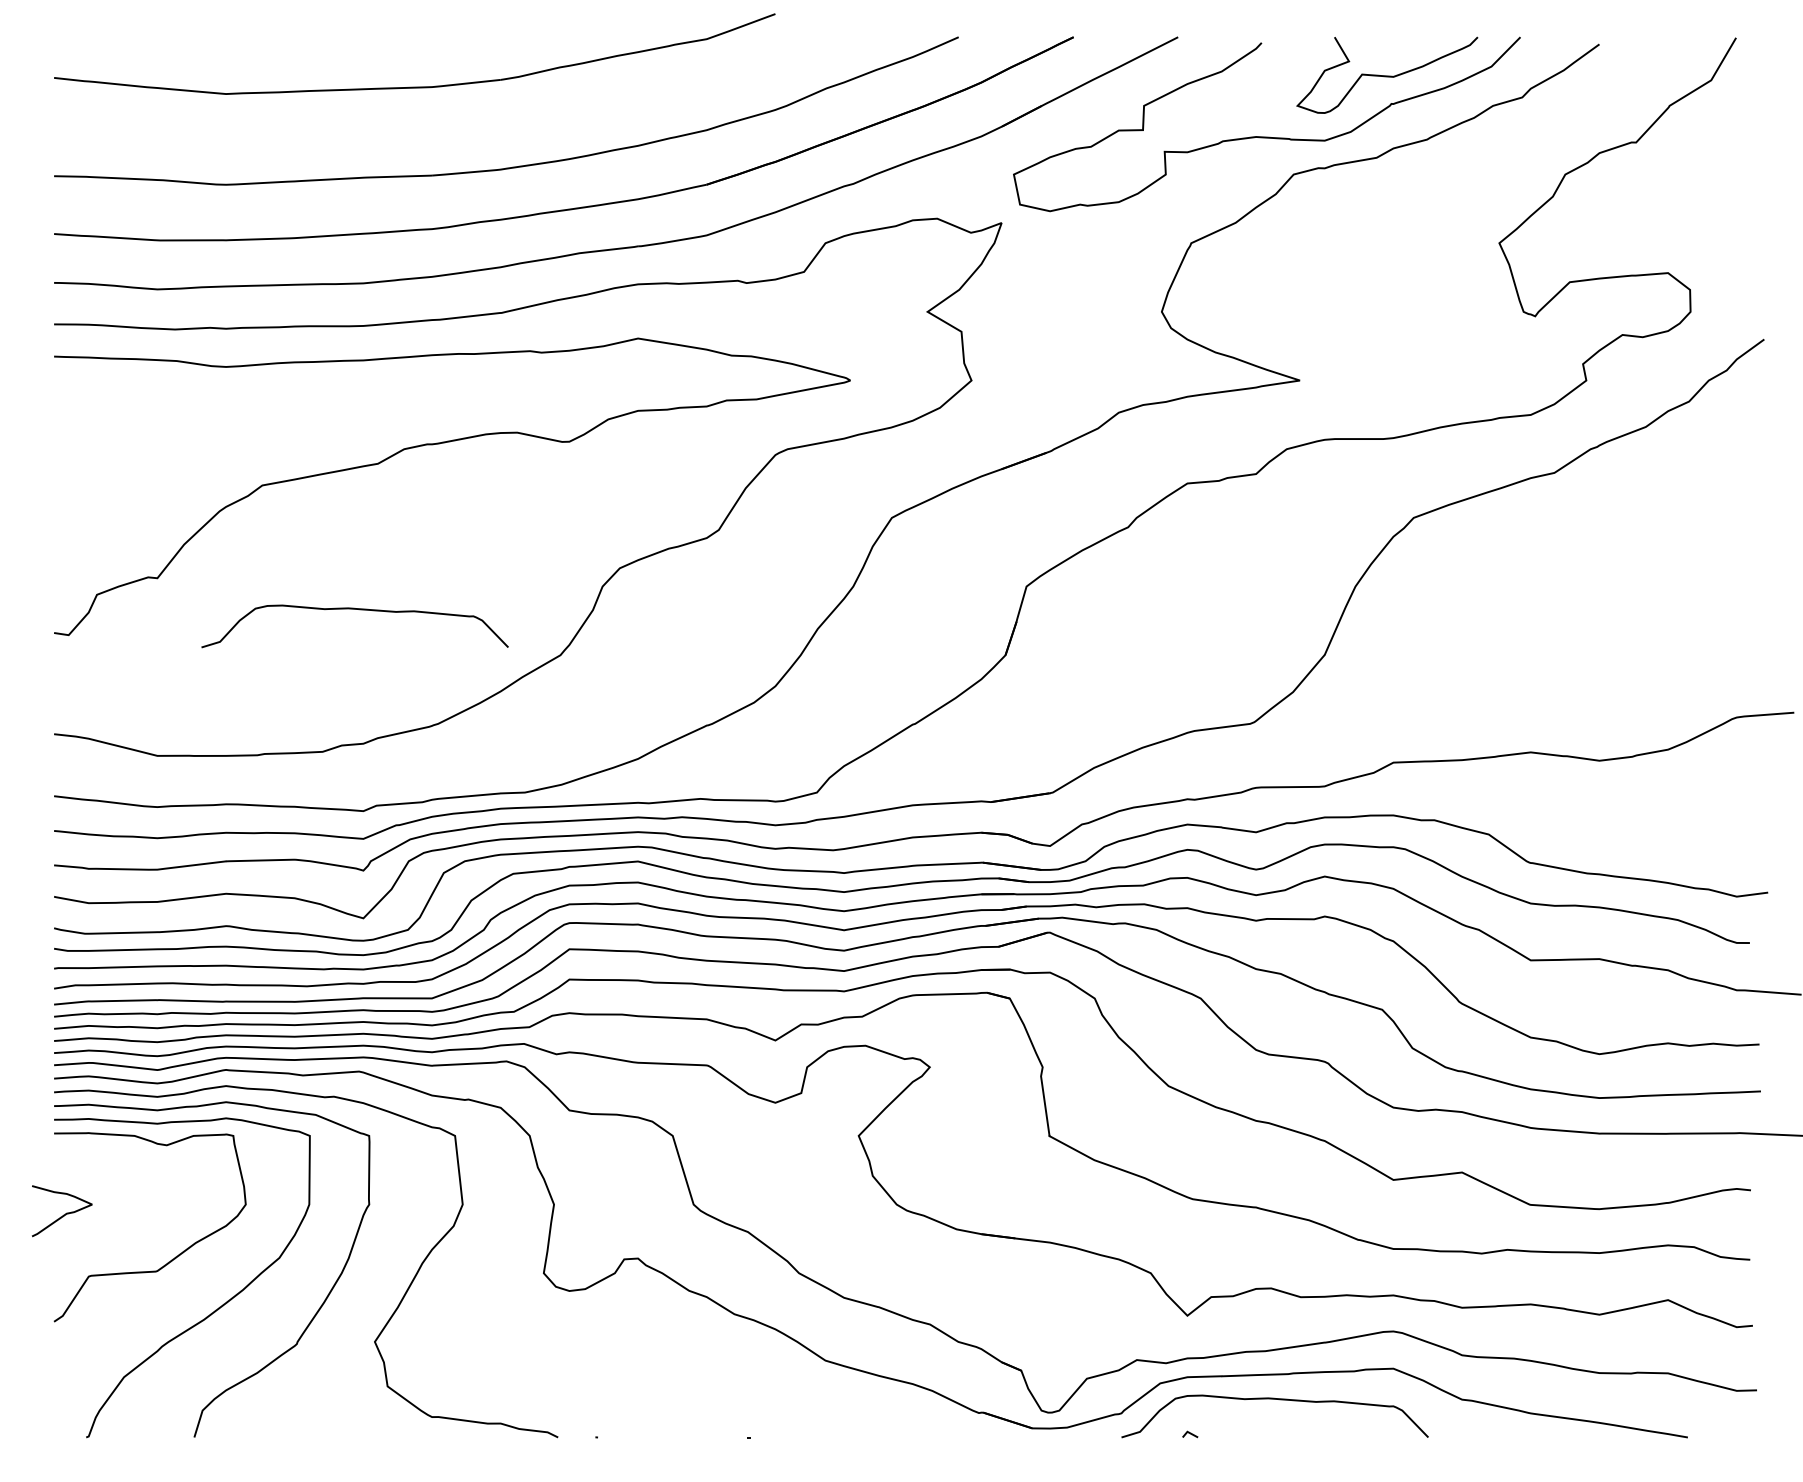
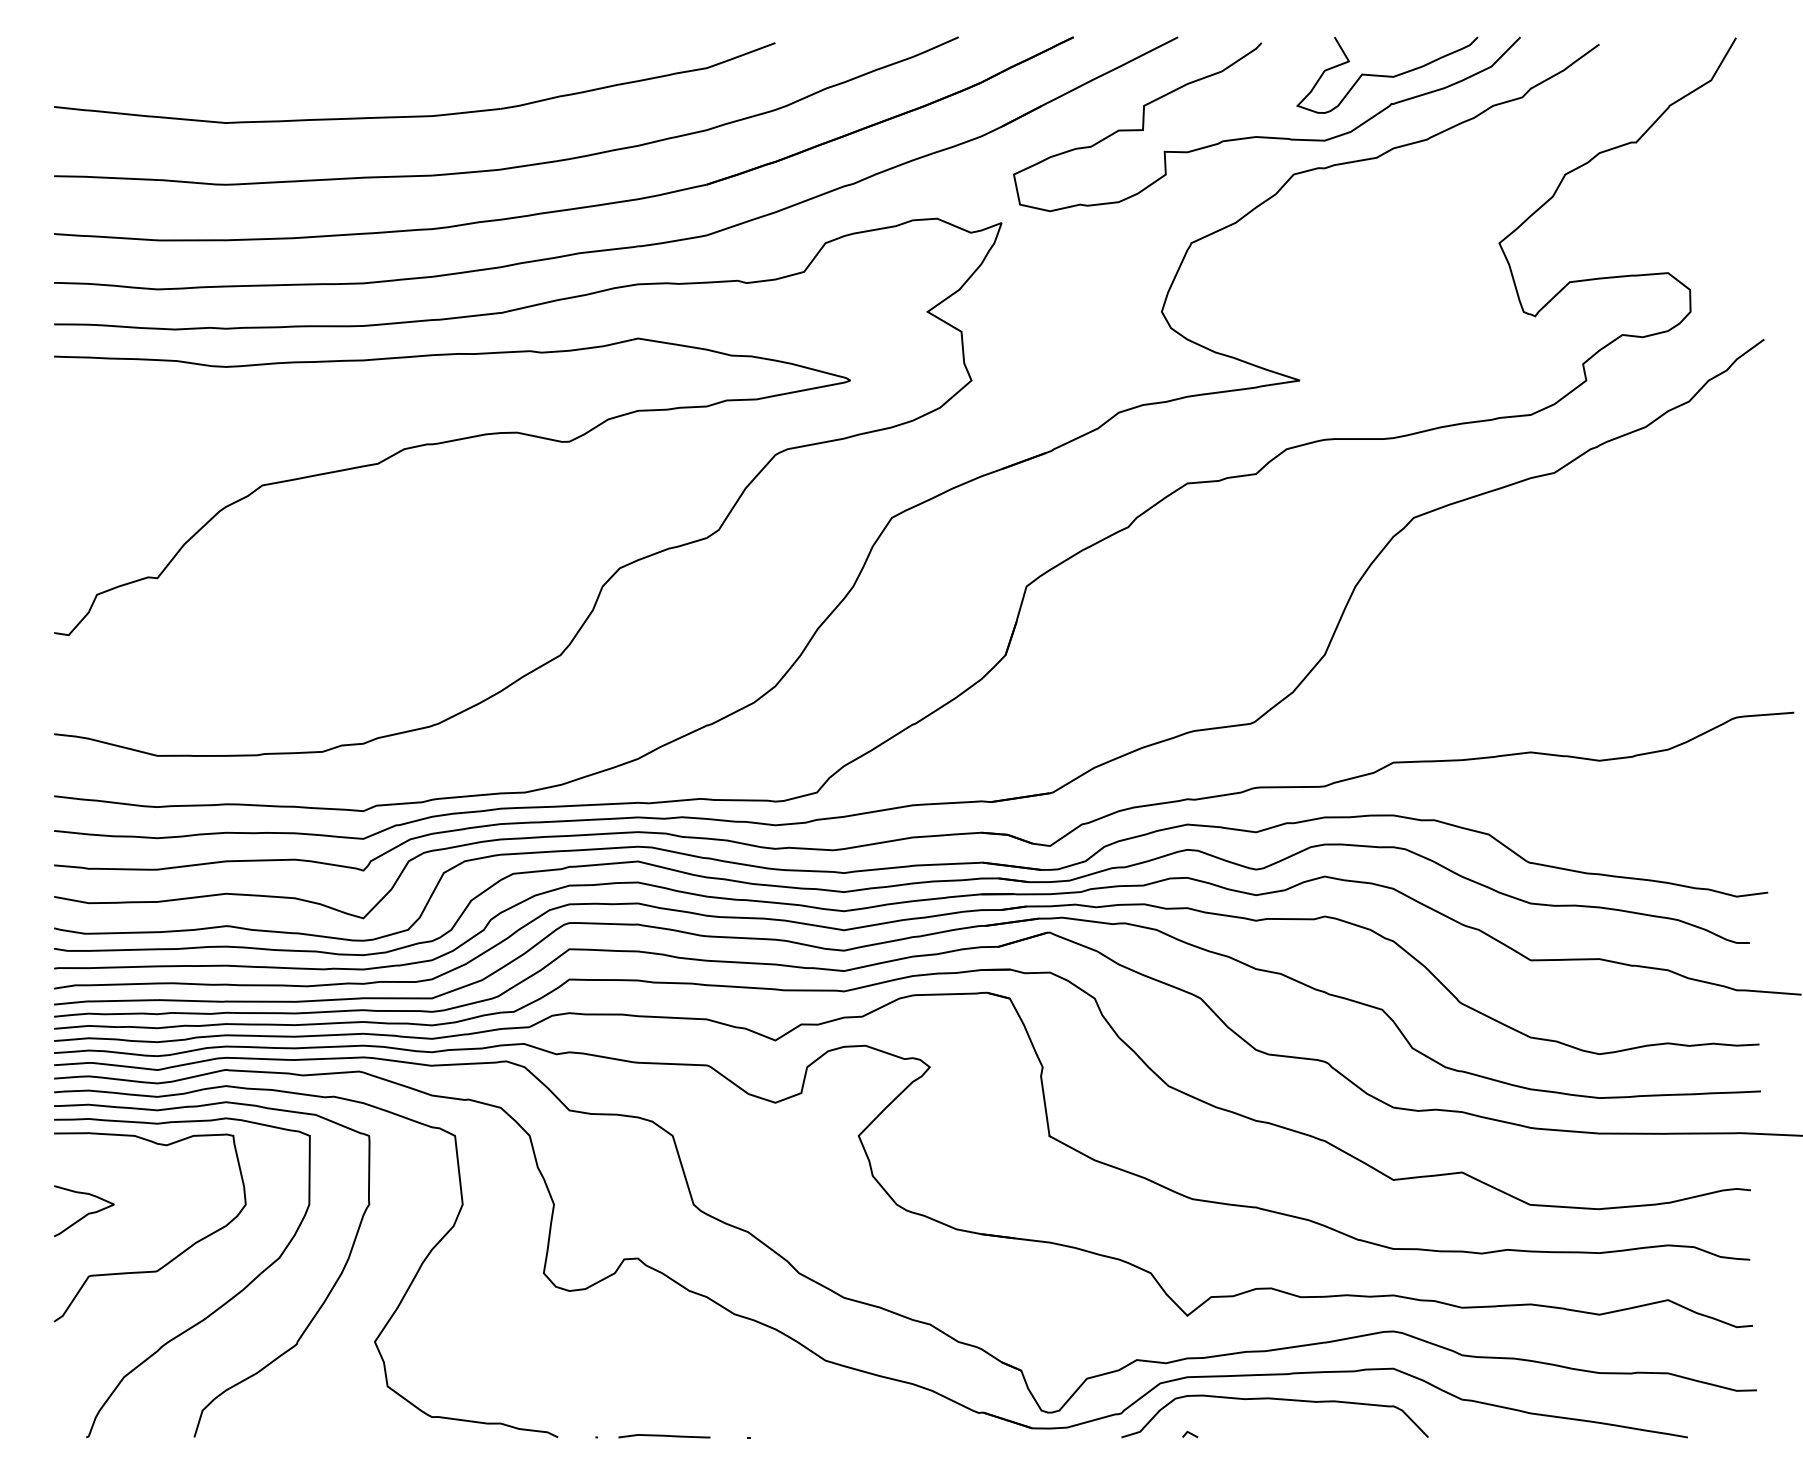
part at (414, 86) position: (414, 86) -> (414, 115)
curve at (359, 610): present -> none
curve at (63, 1214) position: (63, 1214) -> (85, 1214)
curve at (664, 1436): none -> present
